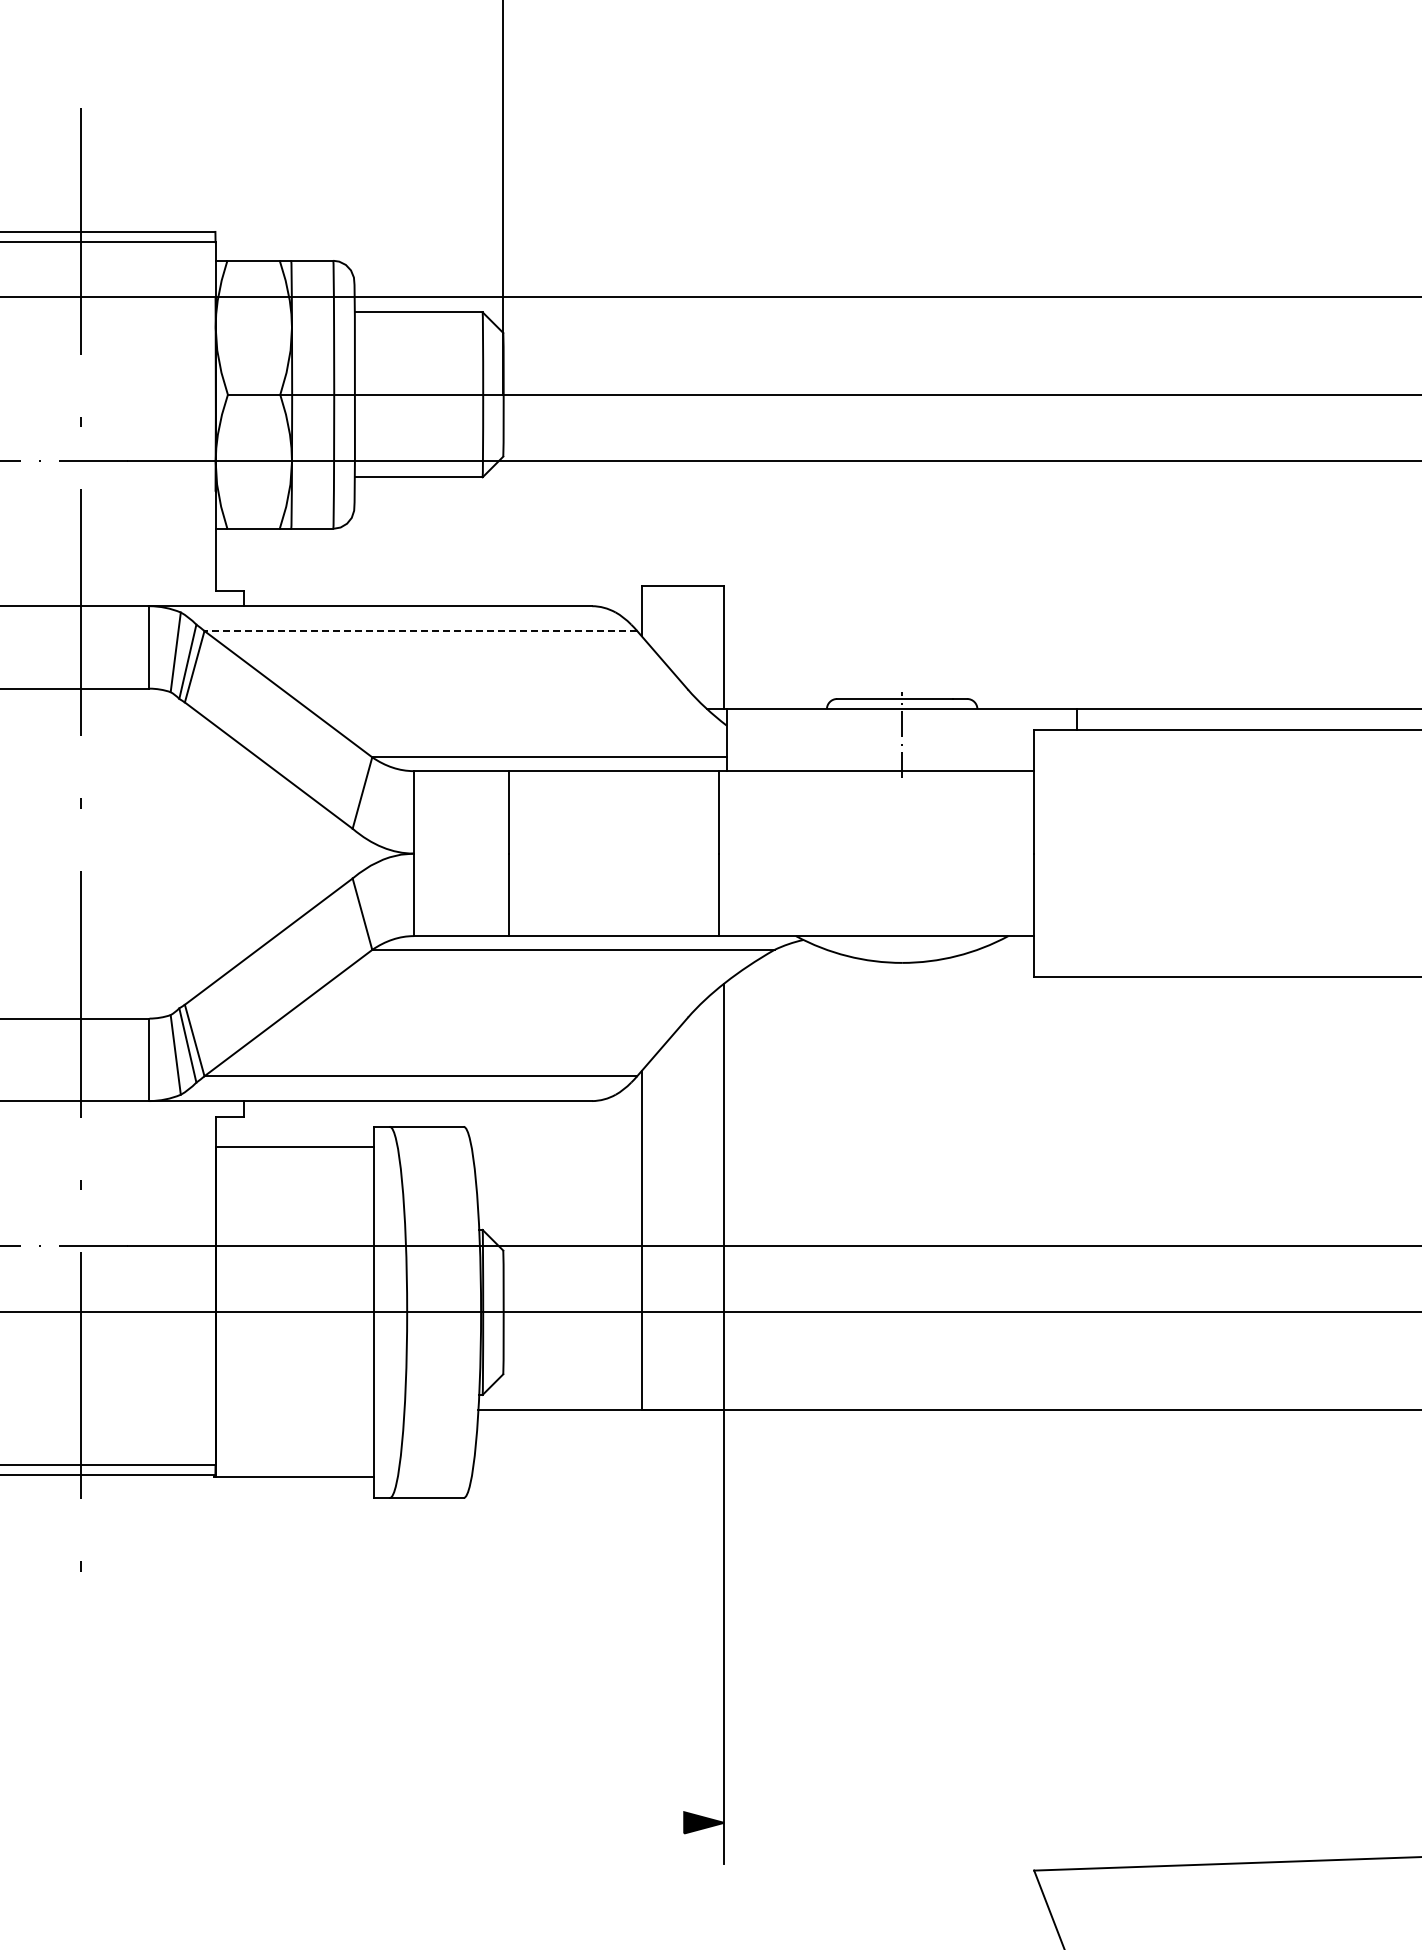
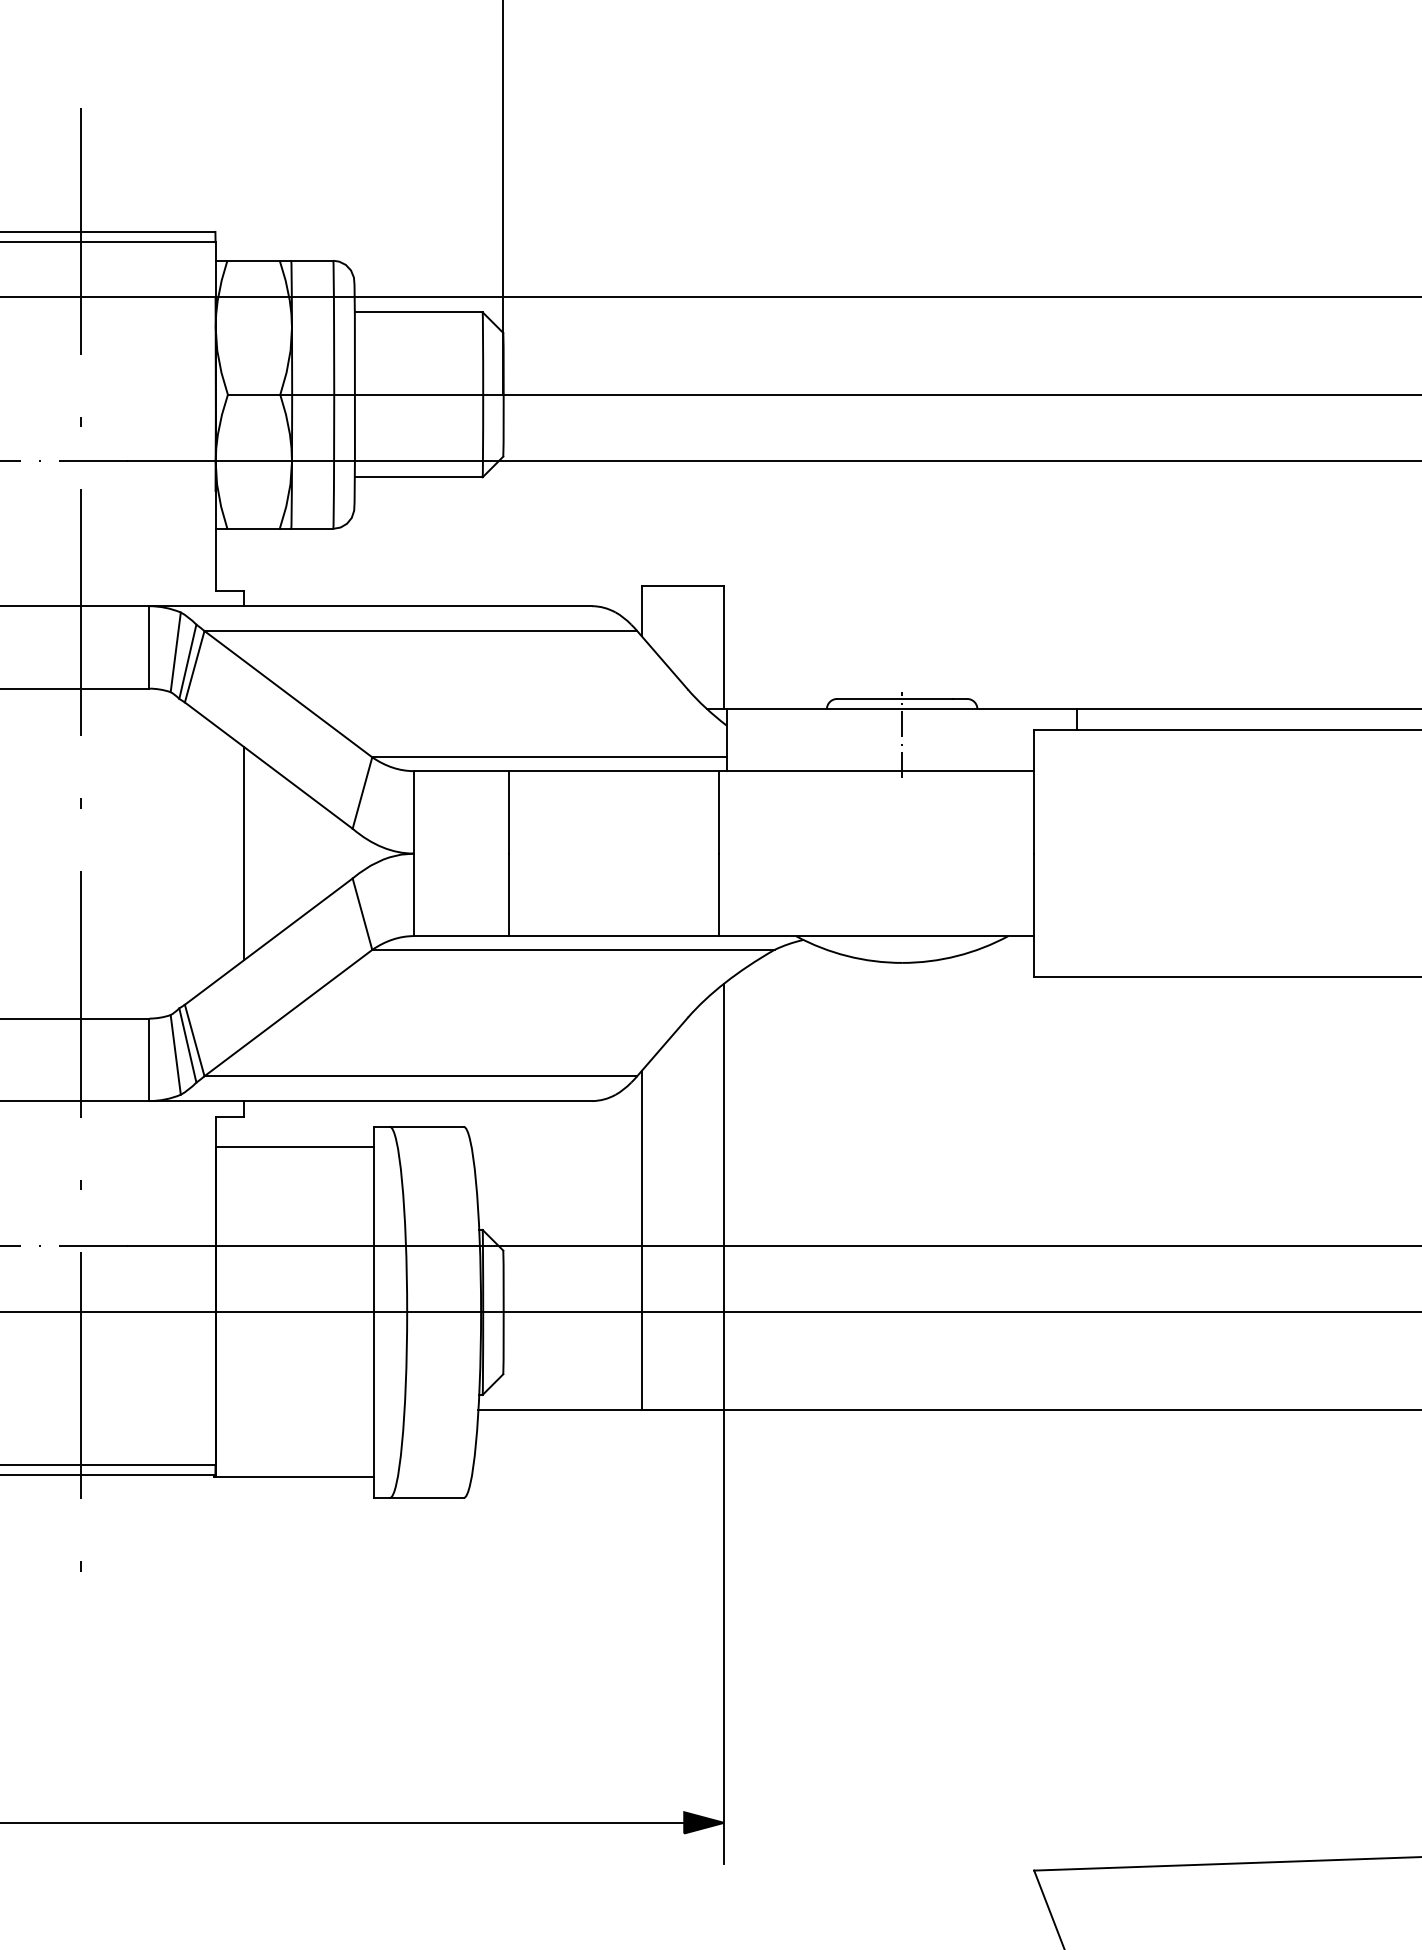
line at (420, 631): dashed -> solid
line at (243, 853): none -> present
line at (343, 1822): none -> present
